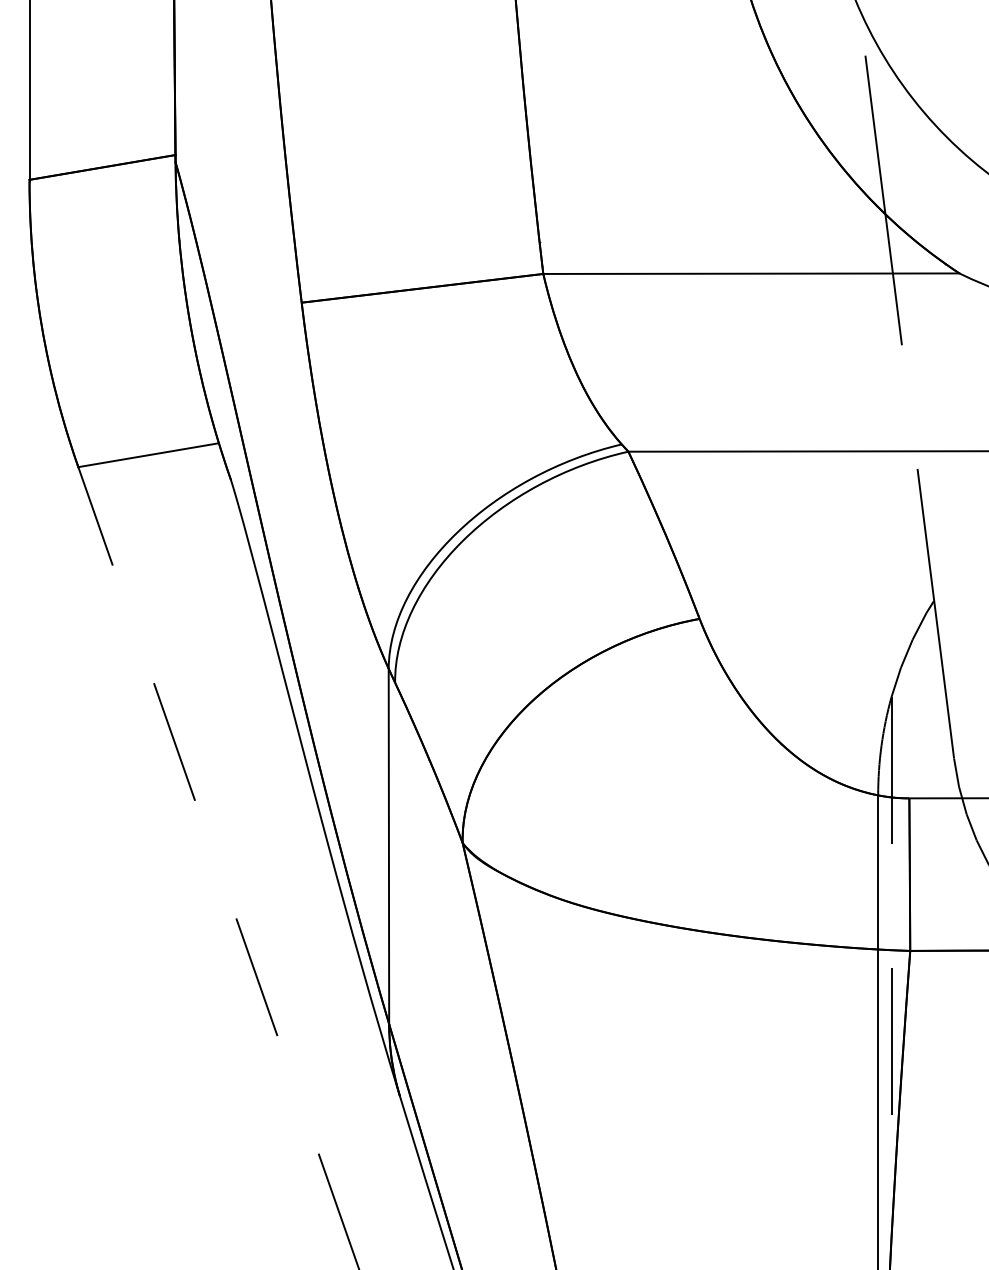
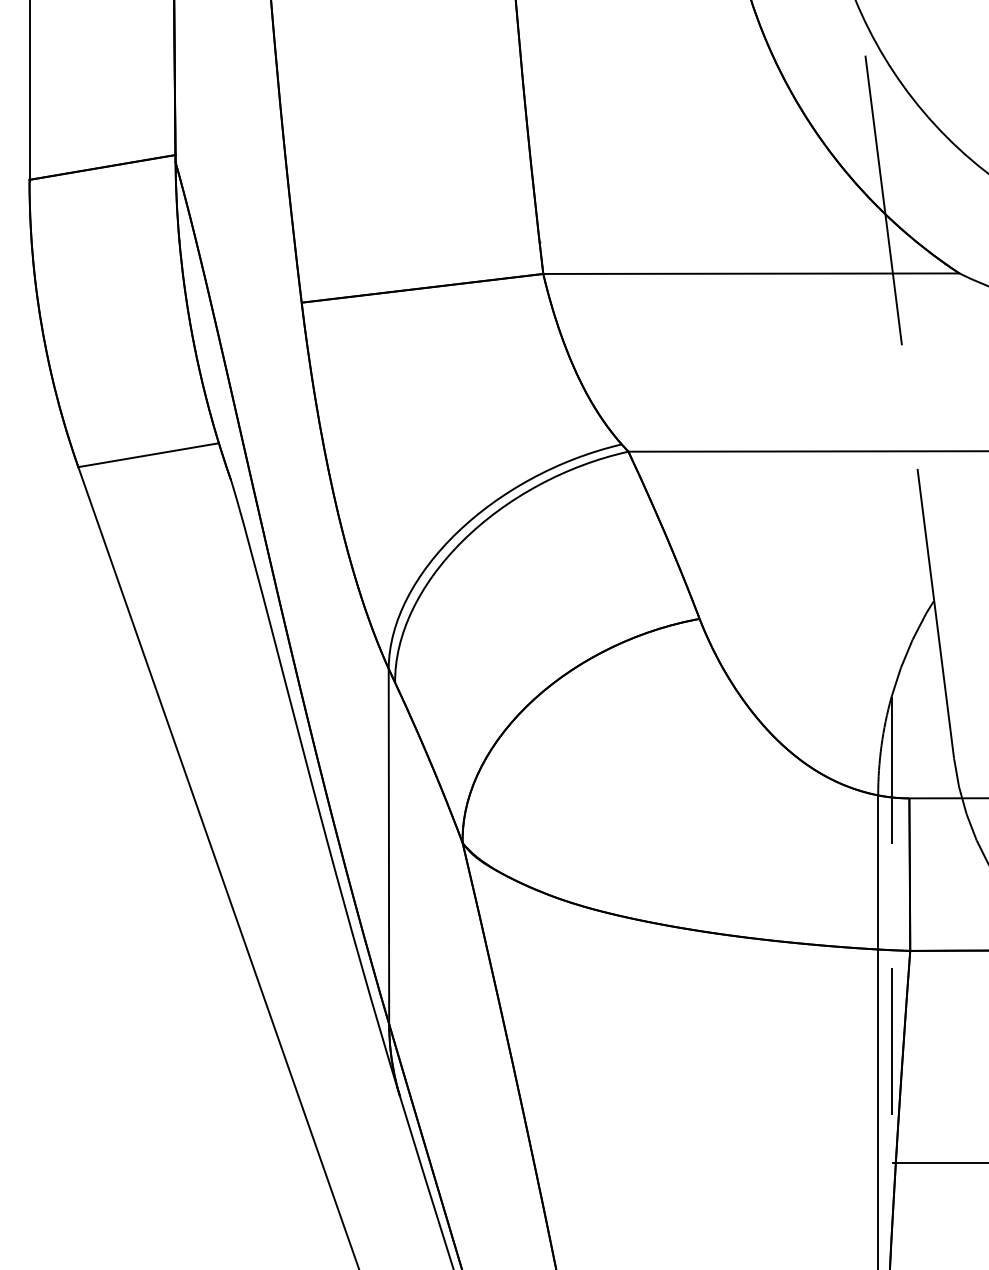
line at (218, 868): dashed -> solid
line at (938, 1163): none -> present
